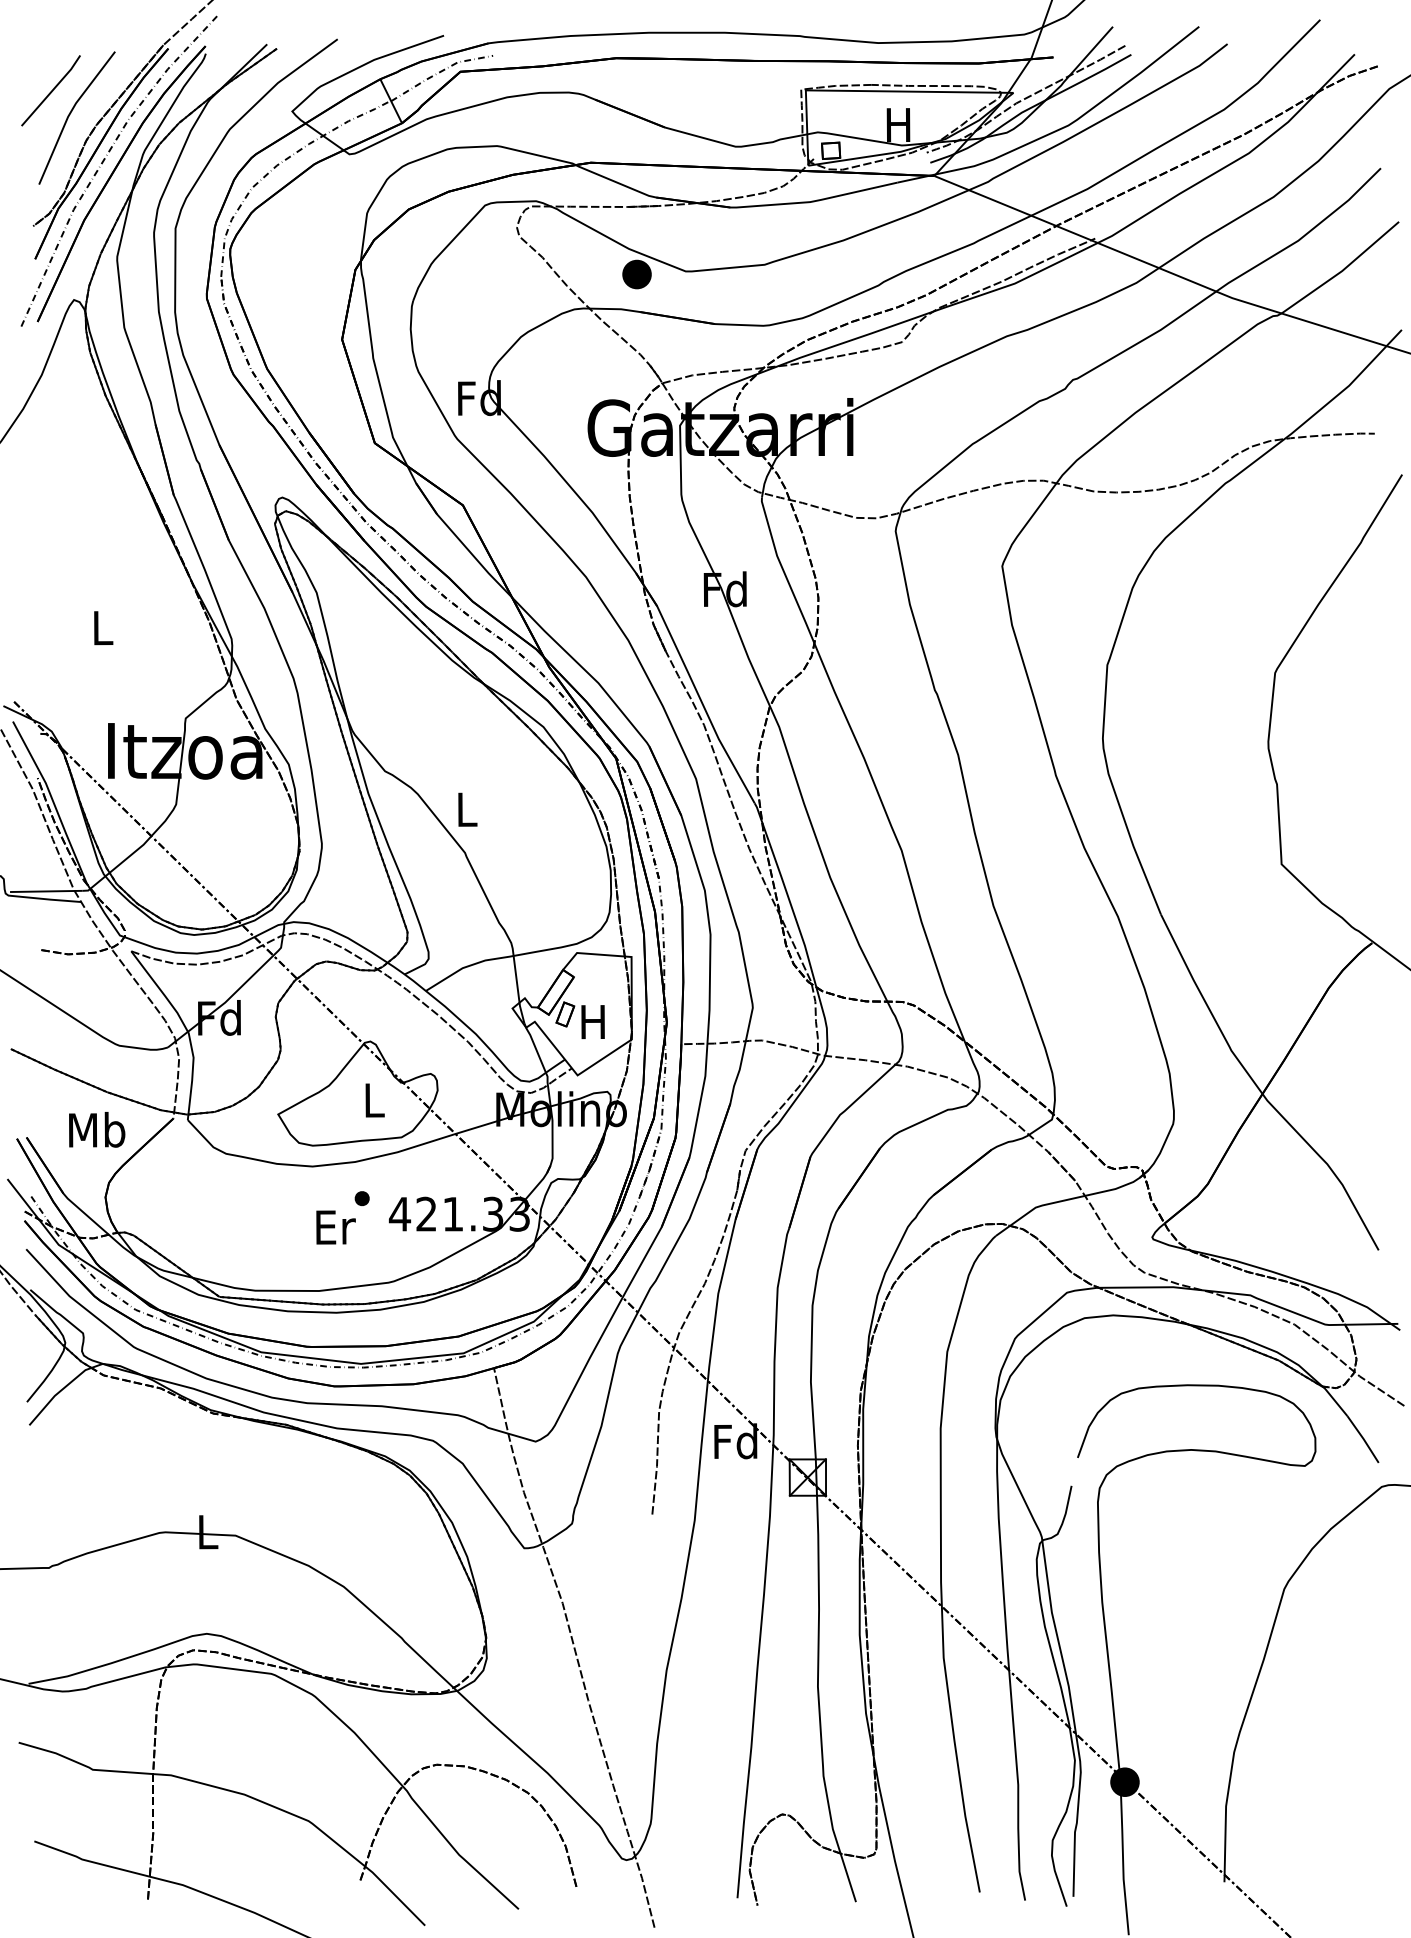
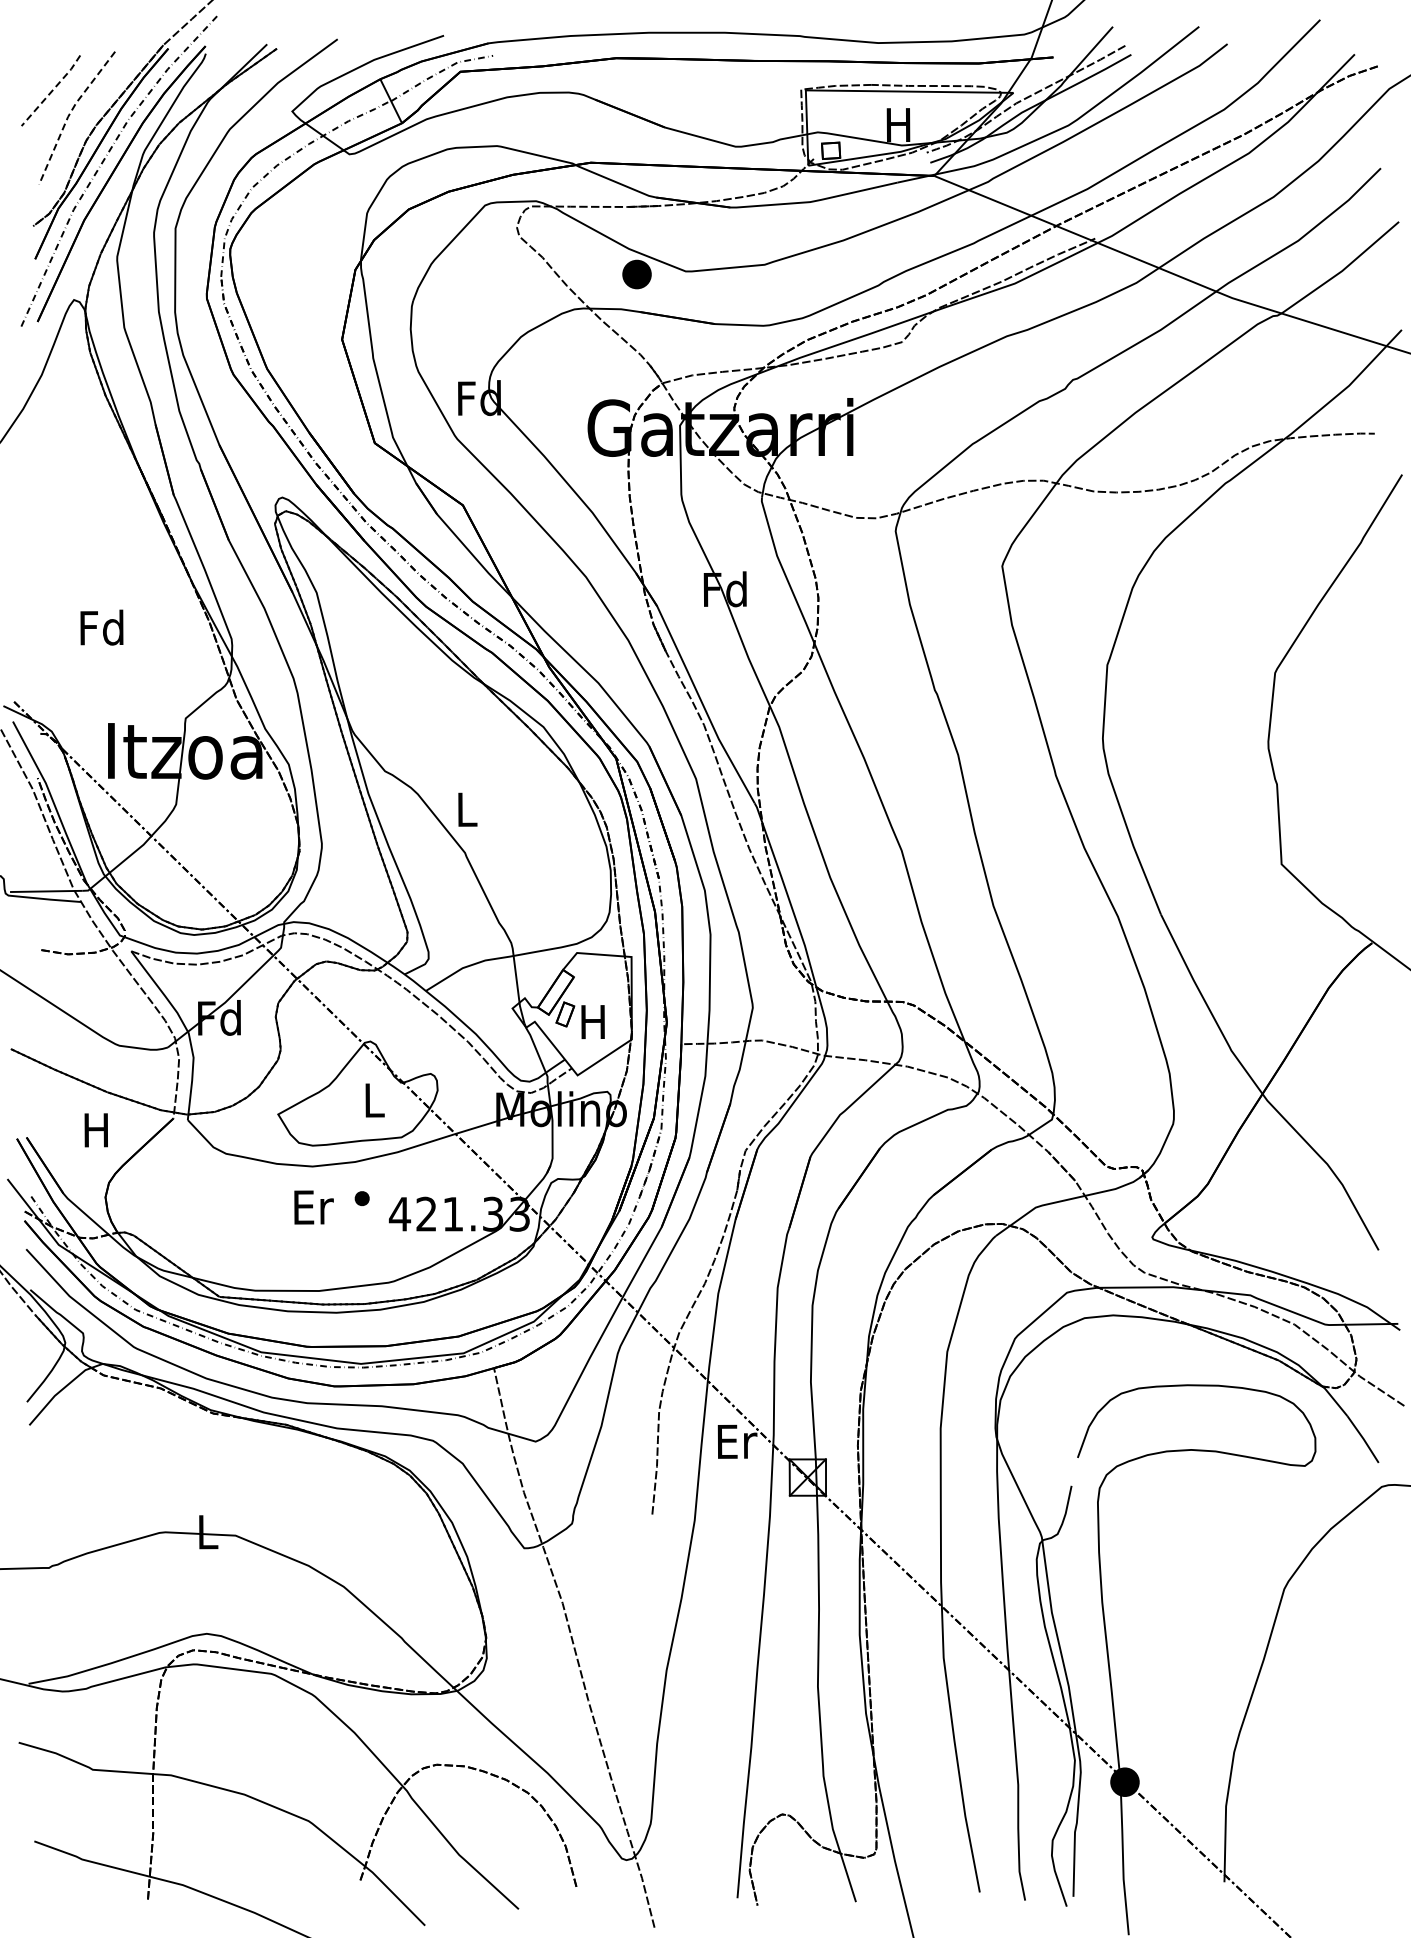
line at (52, 91): solid -> dashed
line at (69, 114): solid -> dashed
text at (101, 627): L -> Fd
text at (97, 1129): Mb -> H
text at (335, 1227) position: (335, 1227) -> (313, 1207)
text at (735, 1441): Fd -> Er
